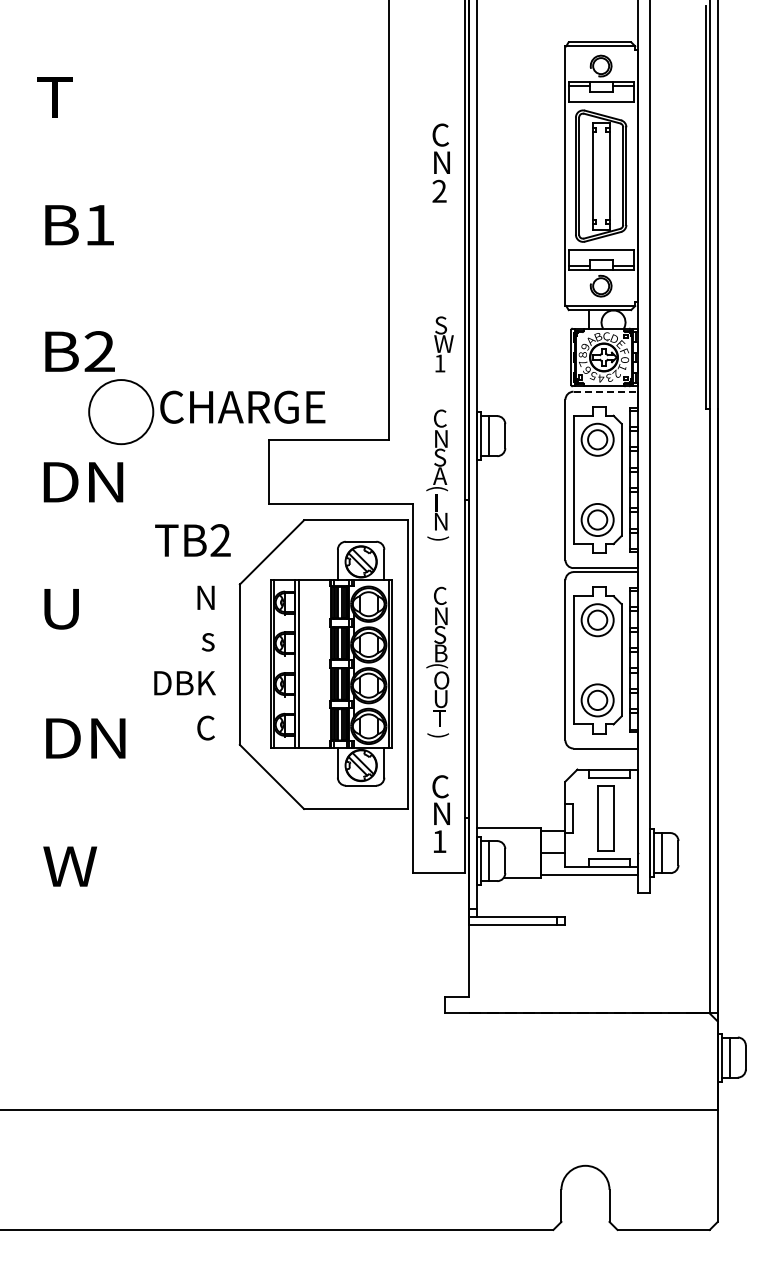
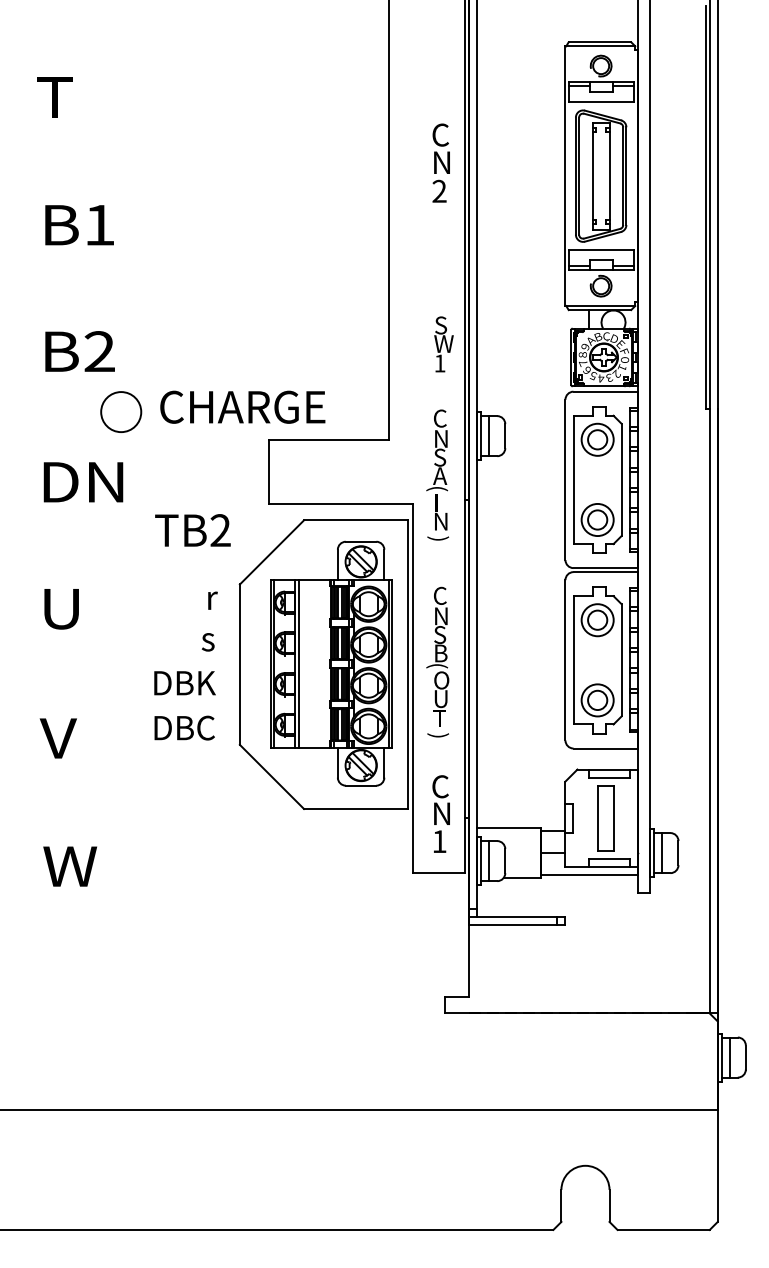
line at (606, 391): dashed -> solid
circle at (121, 412) diameter: 64 px -> 40 px
text at (192, 540) position: (192, 540) -> (192, 530)
text at (207, 597): N -> r
text at (173, 728): C -> DBC
text at (82, 738): DN -> V
